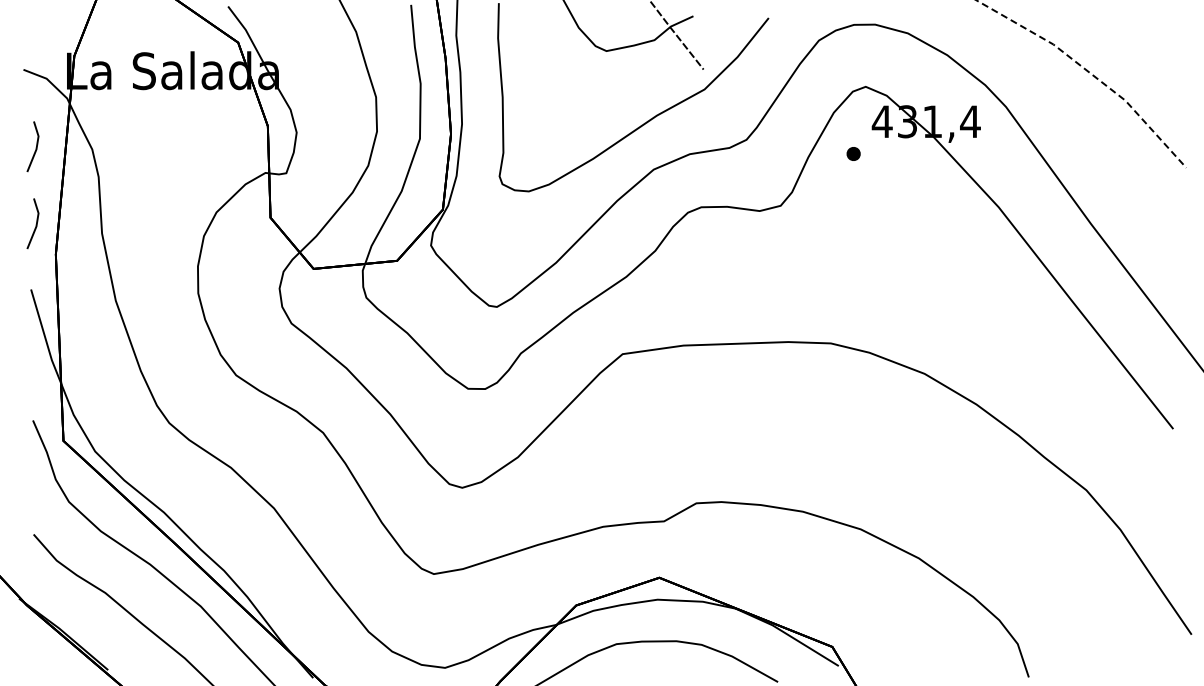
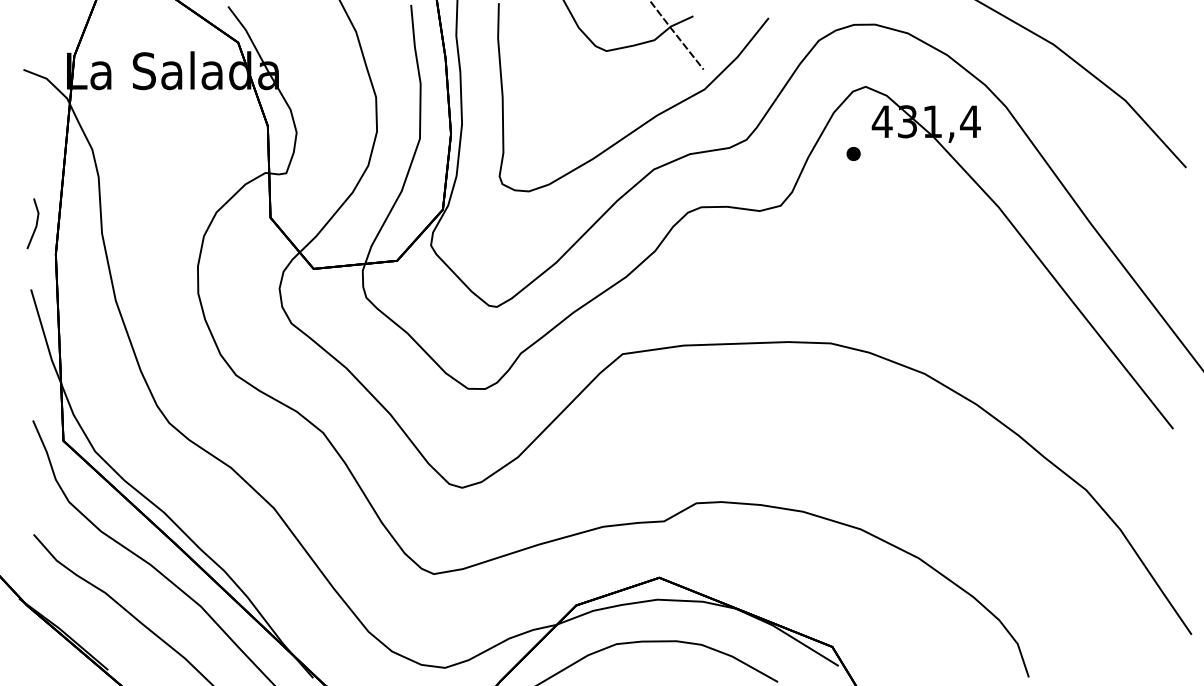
line at (1090, 73): dashed -> solid
line at (35, 147): present -> none
